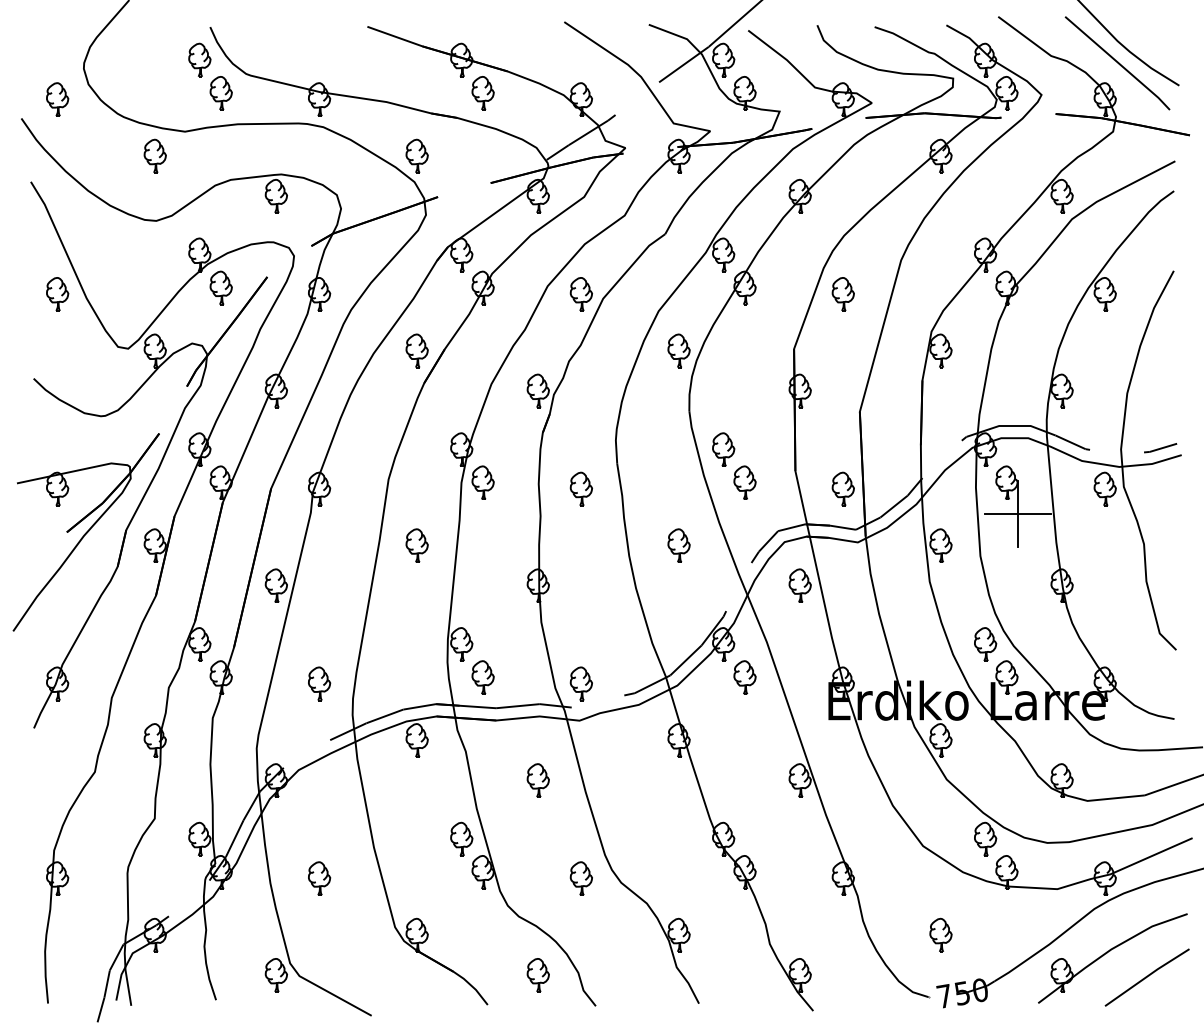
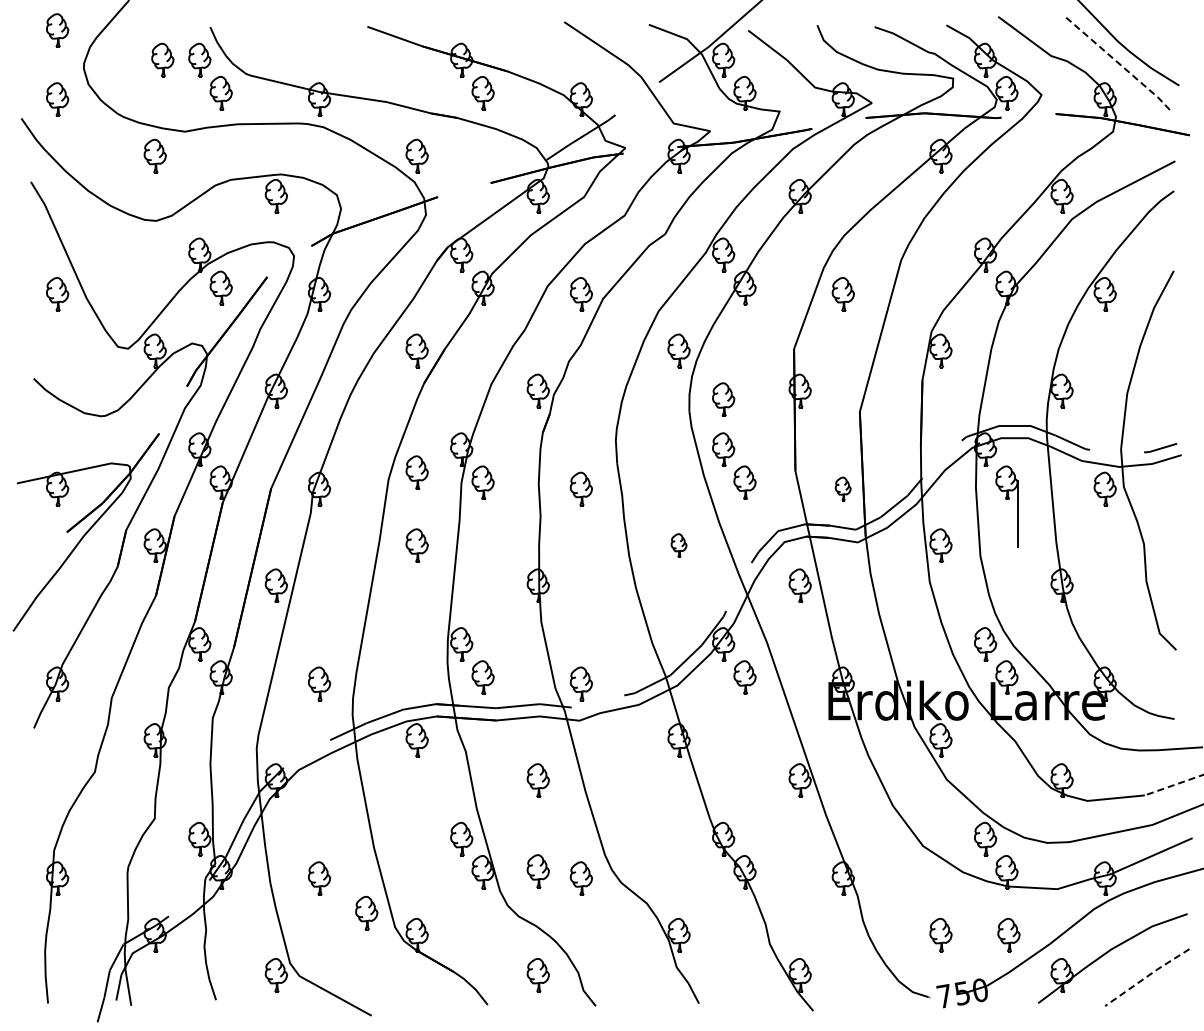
part at (57, 30): none -> present
part at (162, 59): none -> present
line at (1118, 63): solid -> dashed
part at (723, 399): none -> present
part at (416, 472): none -> present
part at (842, 488) size: 24x36 px -> 18x26 px
line at (1018, 513): present -> none
part at (678, 545) size: 24x35 px -> 18x25 px
line at (1173, 785): solid -> dashed
part at (537, 871): none -> present
part at (366, 912): none -> present
part at (1008, 934): none -> present
line at (1147, 976): solid -> dashed
